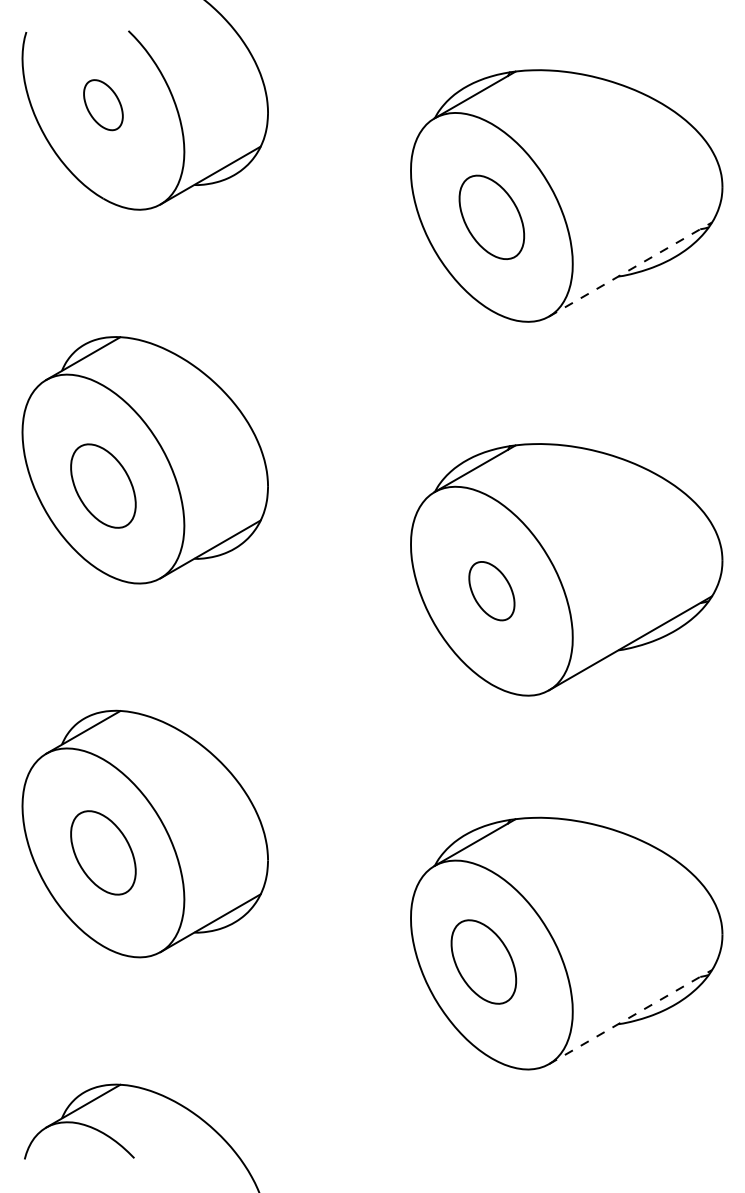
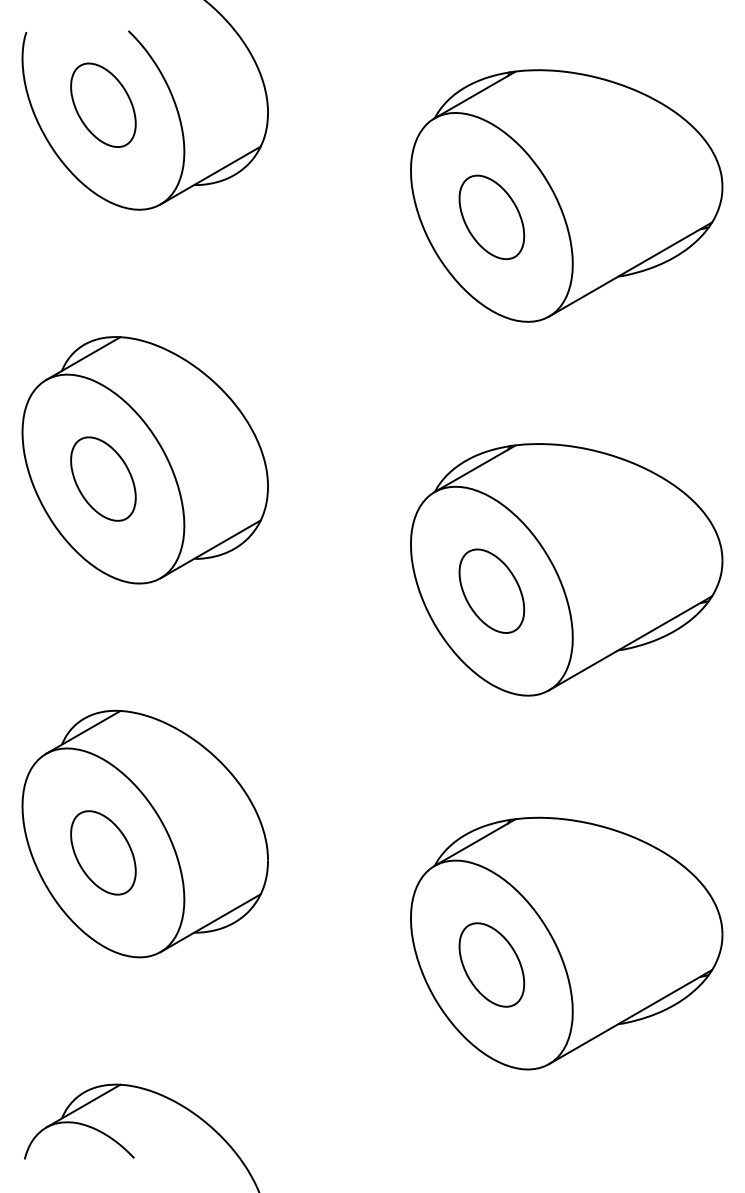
part at (103, 105) size: 41x53 px -> 67x86 px
line at (630, 269): dashed -> solid
part at (103, 485) position: (103, 485) -> (103, 478)
part at (491, 591) size: 48x61 px -> 68x86 px
part at (483, 961) position: (483, 961) -> (491, 964)
line at (630, 1016): dashed -> solid
